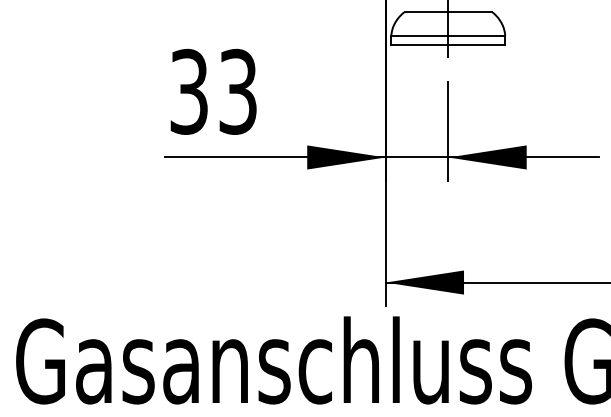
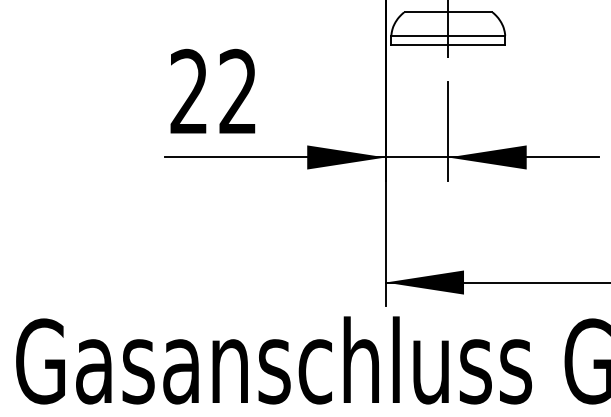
text at (213, 91): 33 -> 22
